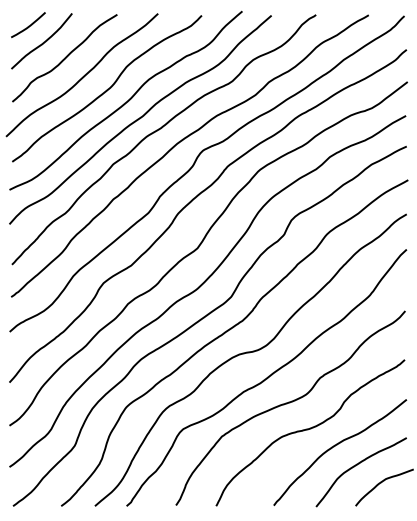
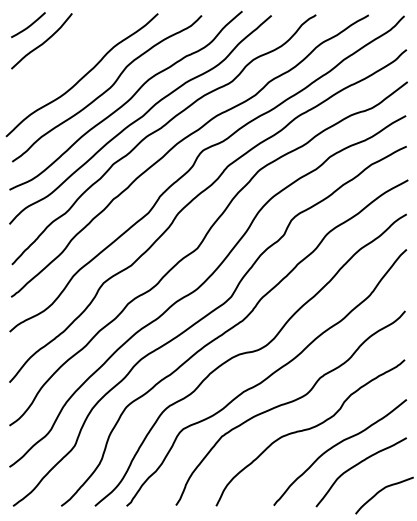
curve at (64, 58): present -> none
curve at (381, 483) position: (381, 483) -> (381, 491)
